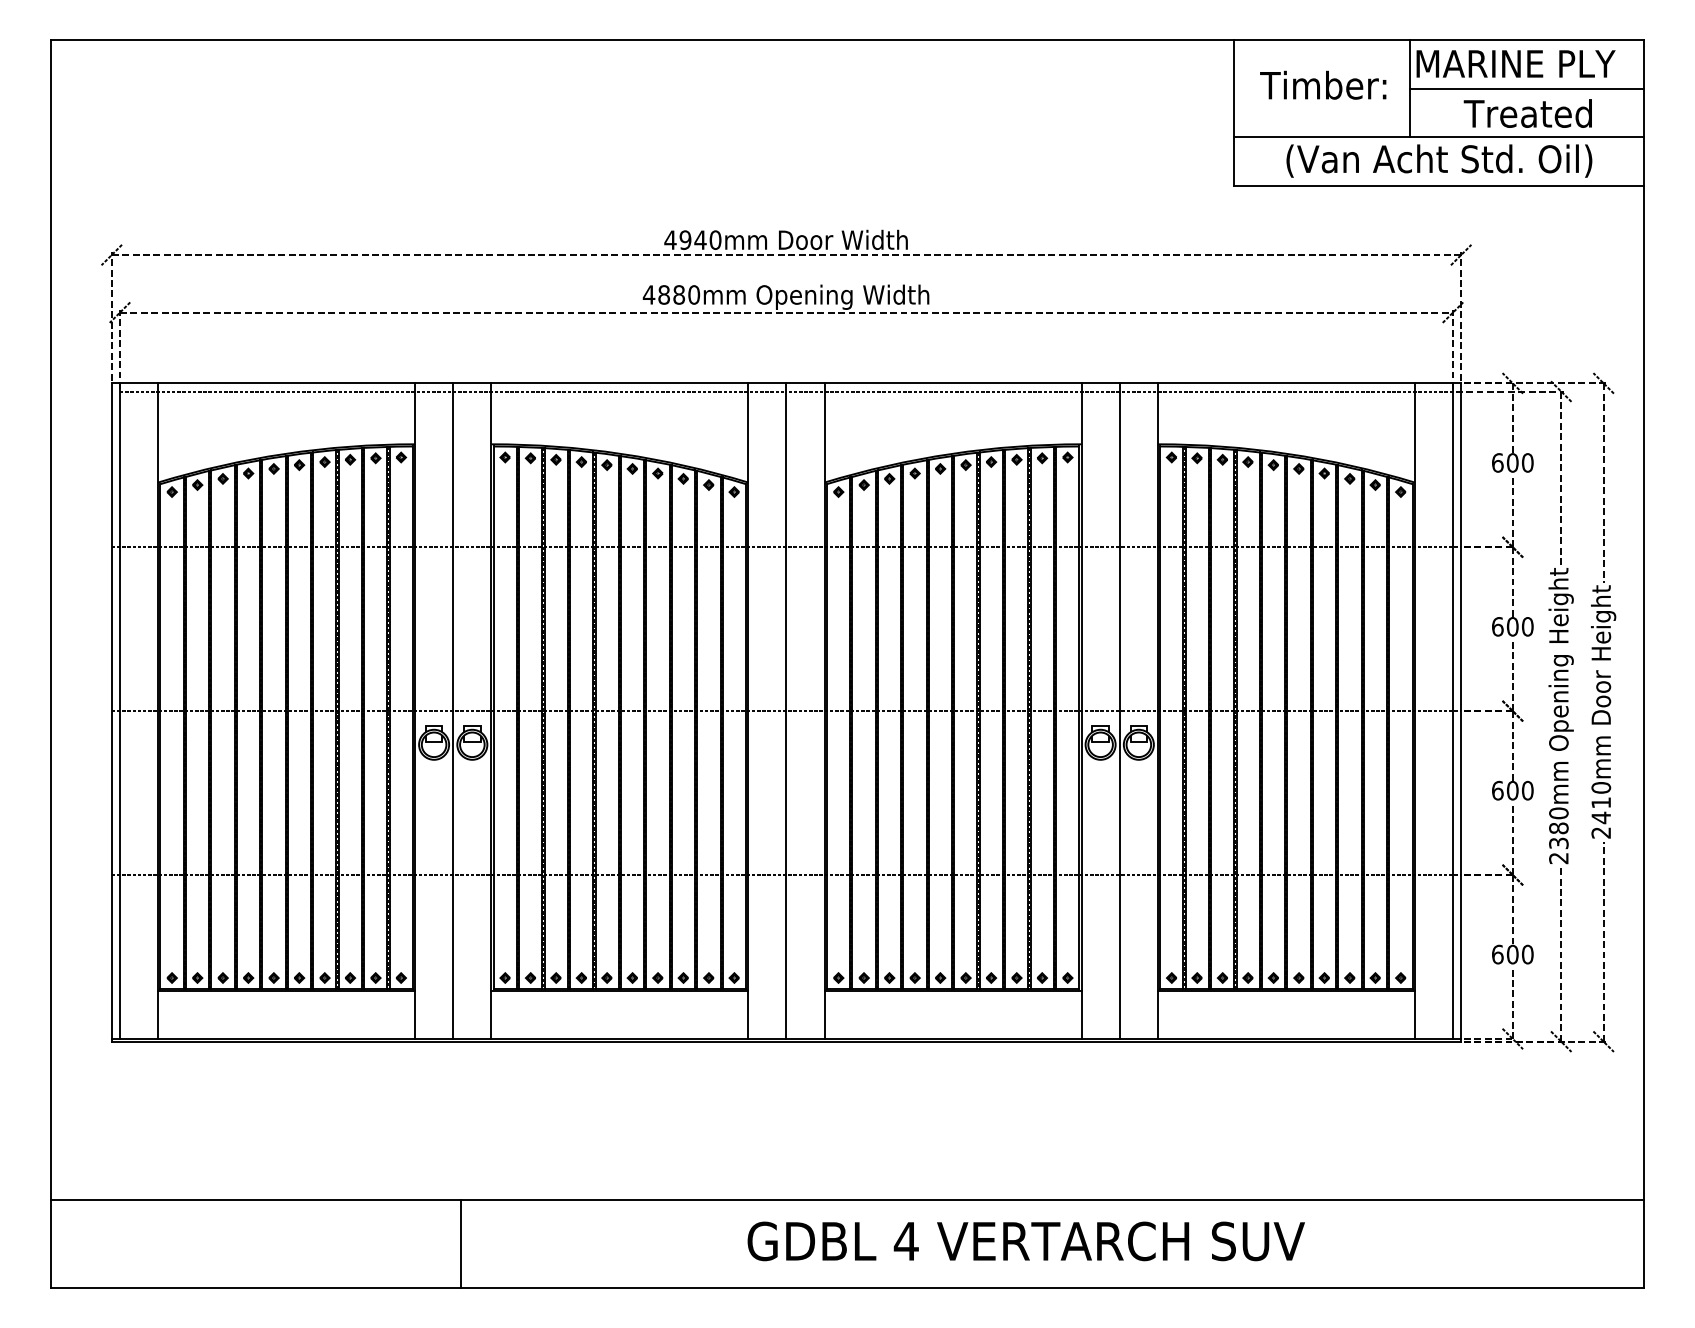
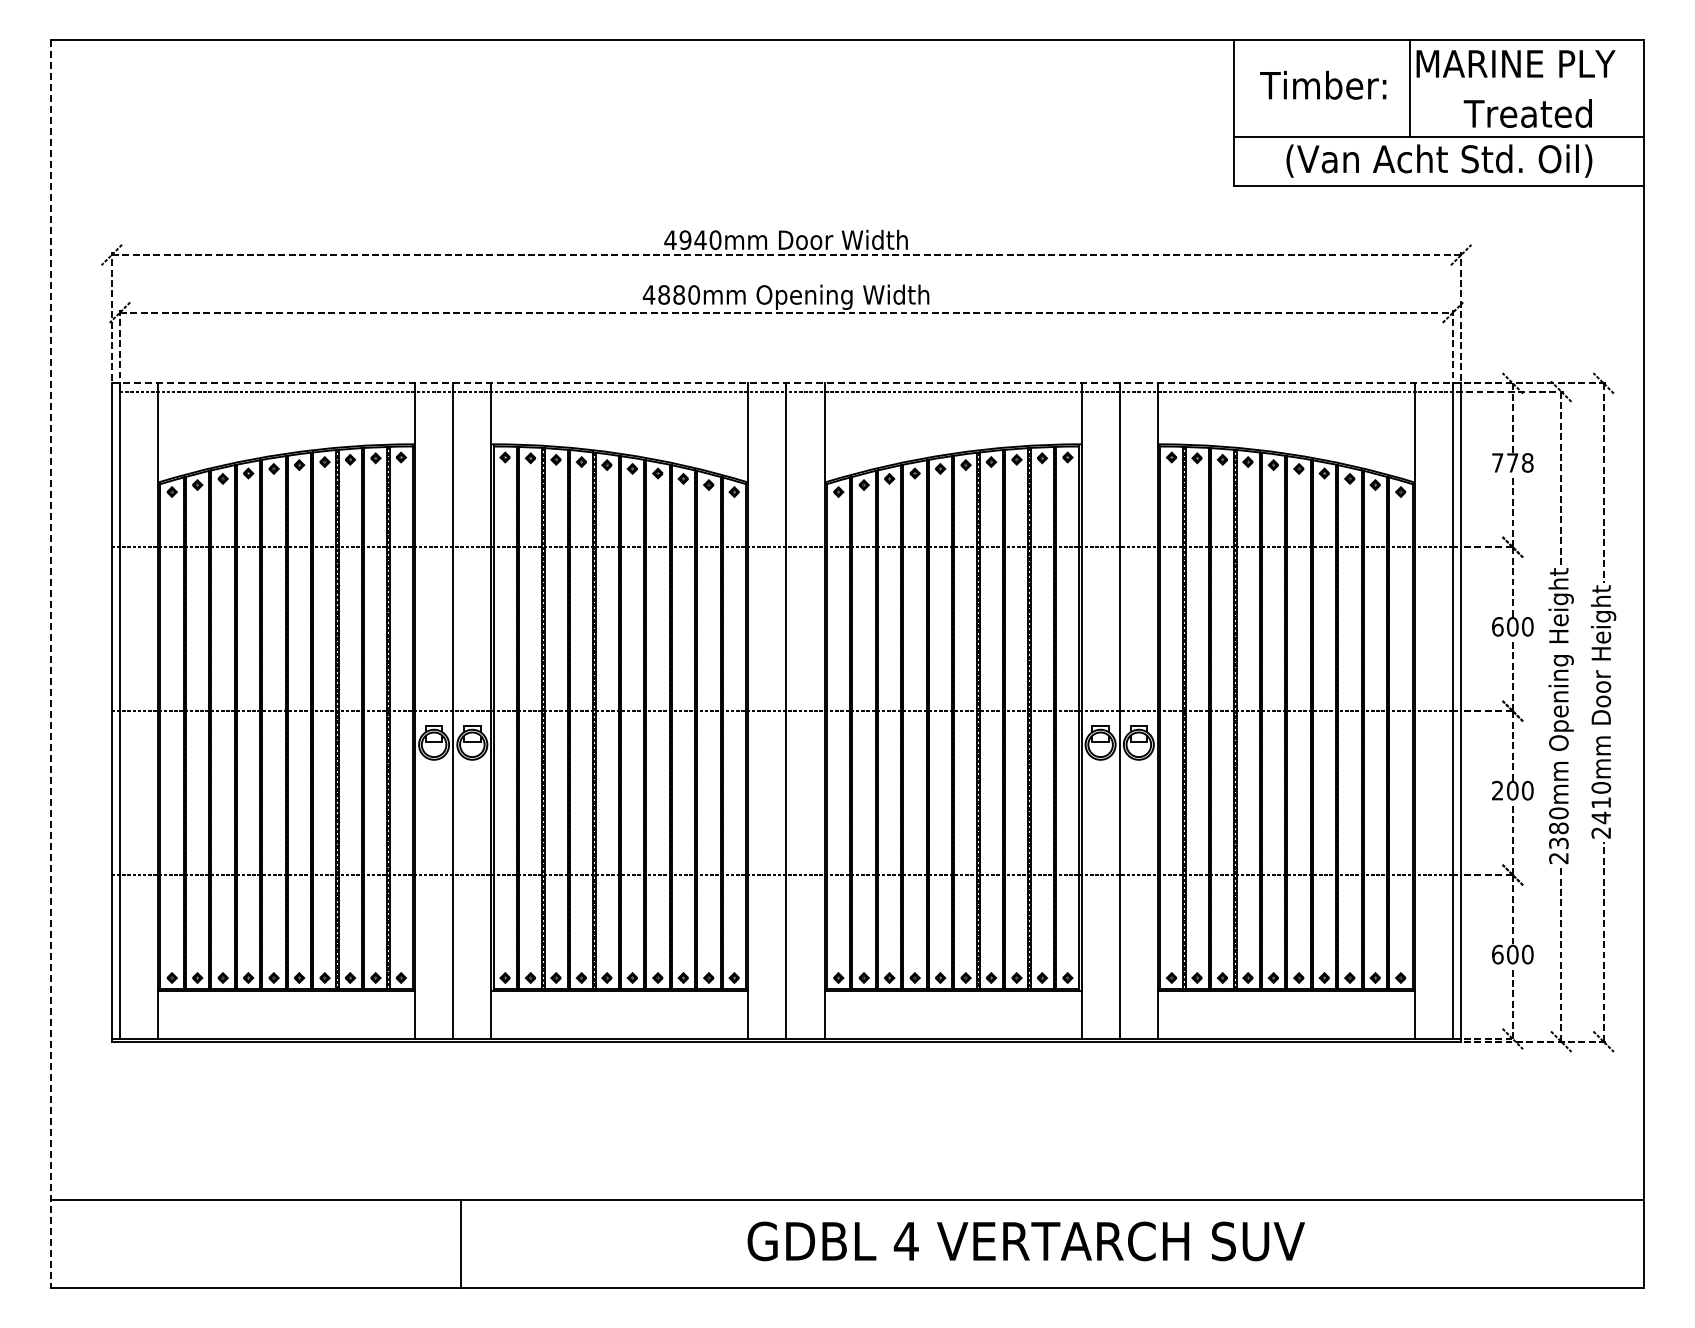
line at (1527, 88): present -> none
line at (786, 383): solid -> dashed
text at (1512, 462): 600 -> 778
line at (50, 664): solid -> dashed
text at (1497, 790): 600 -> 200
